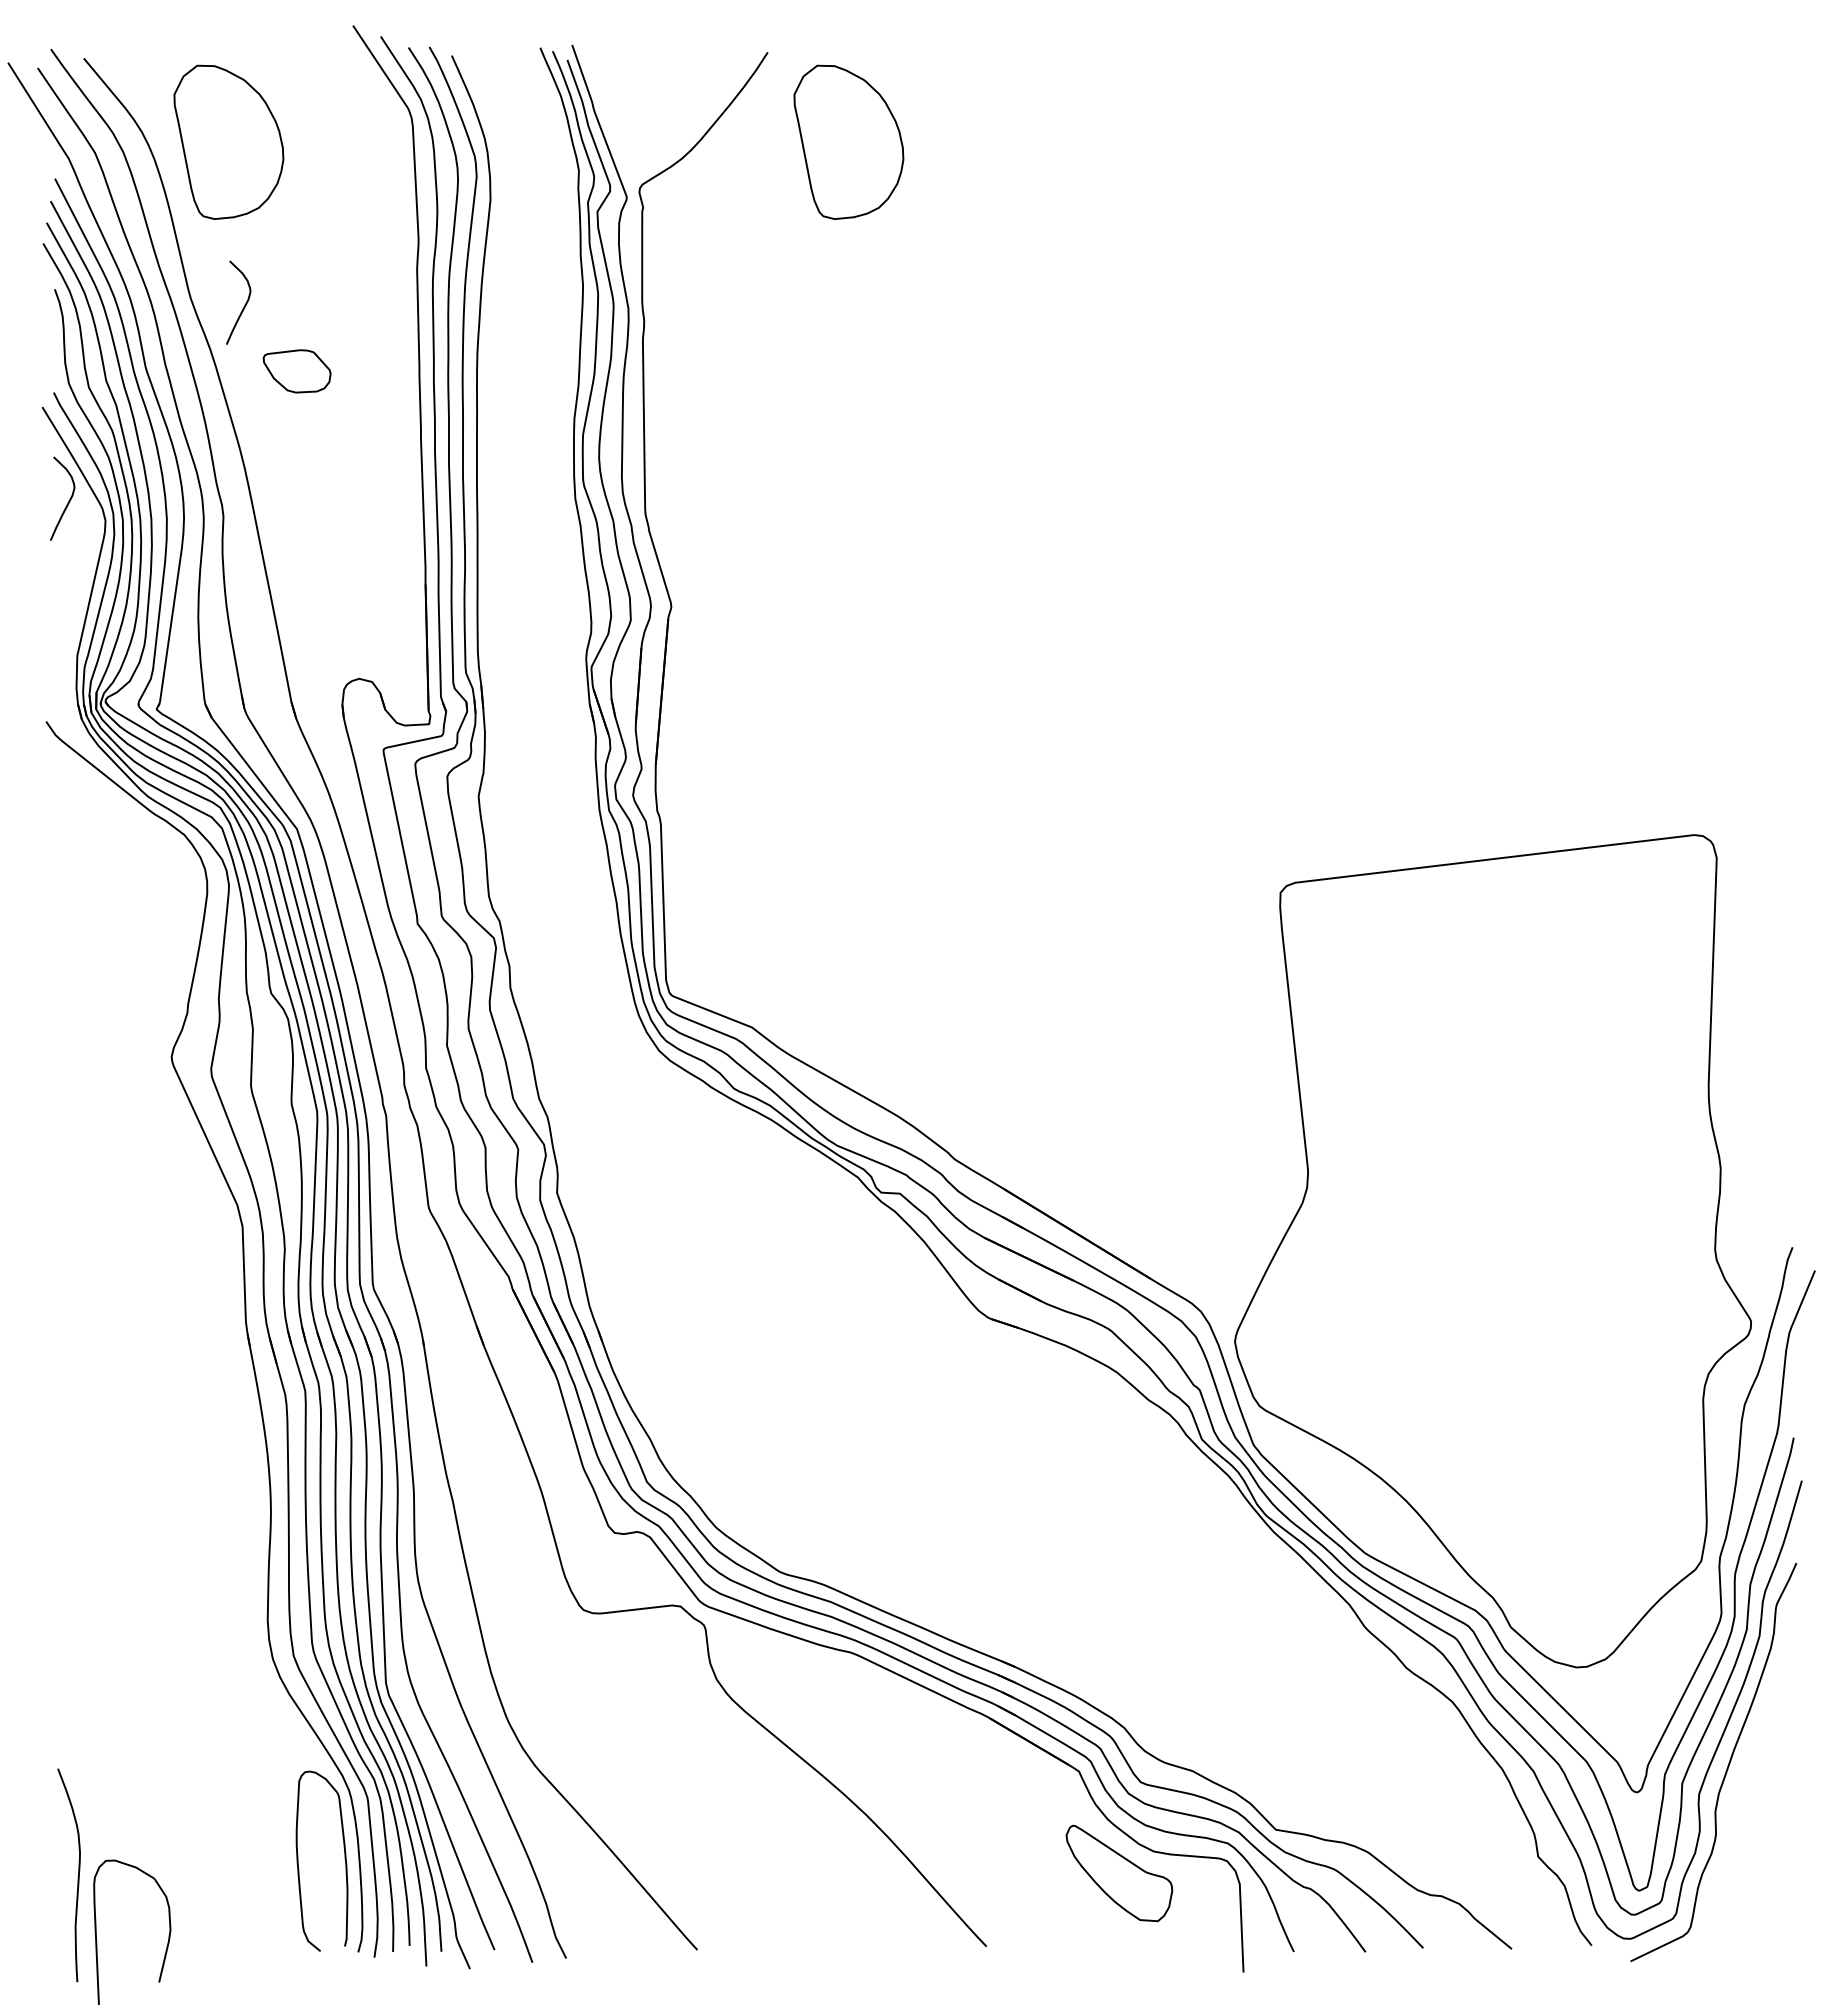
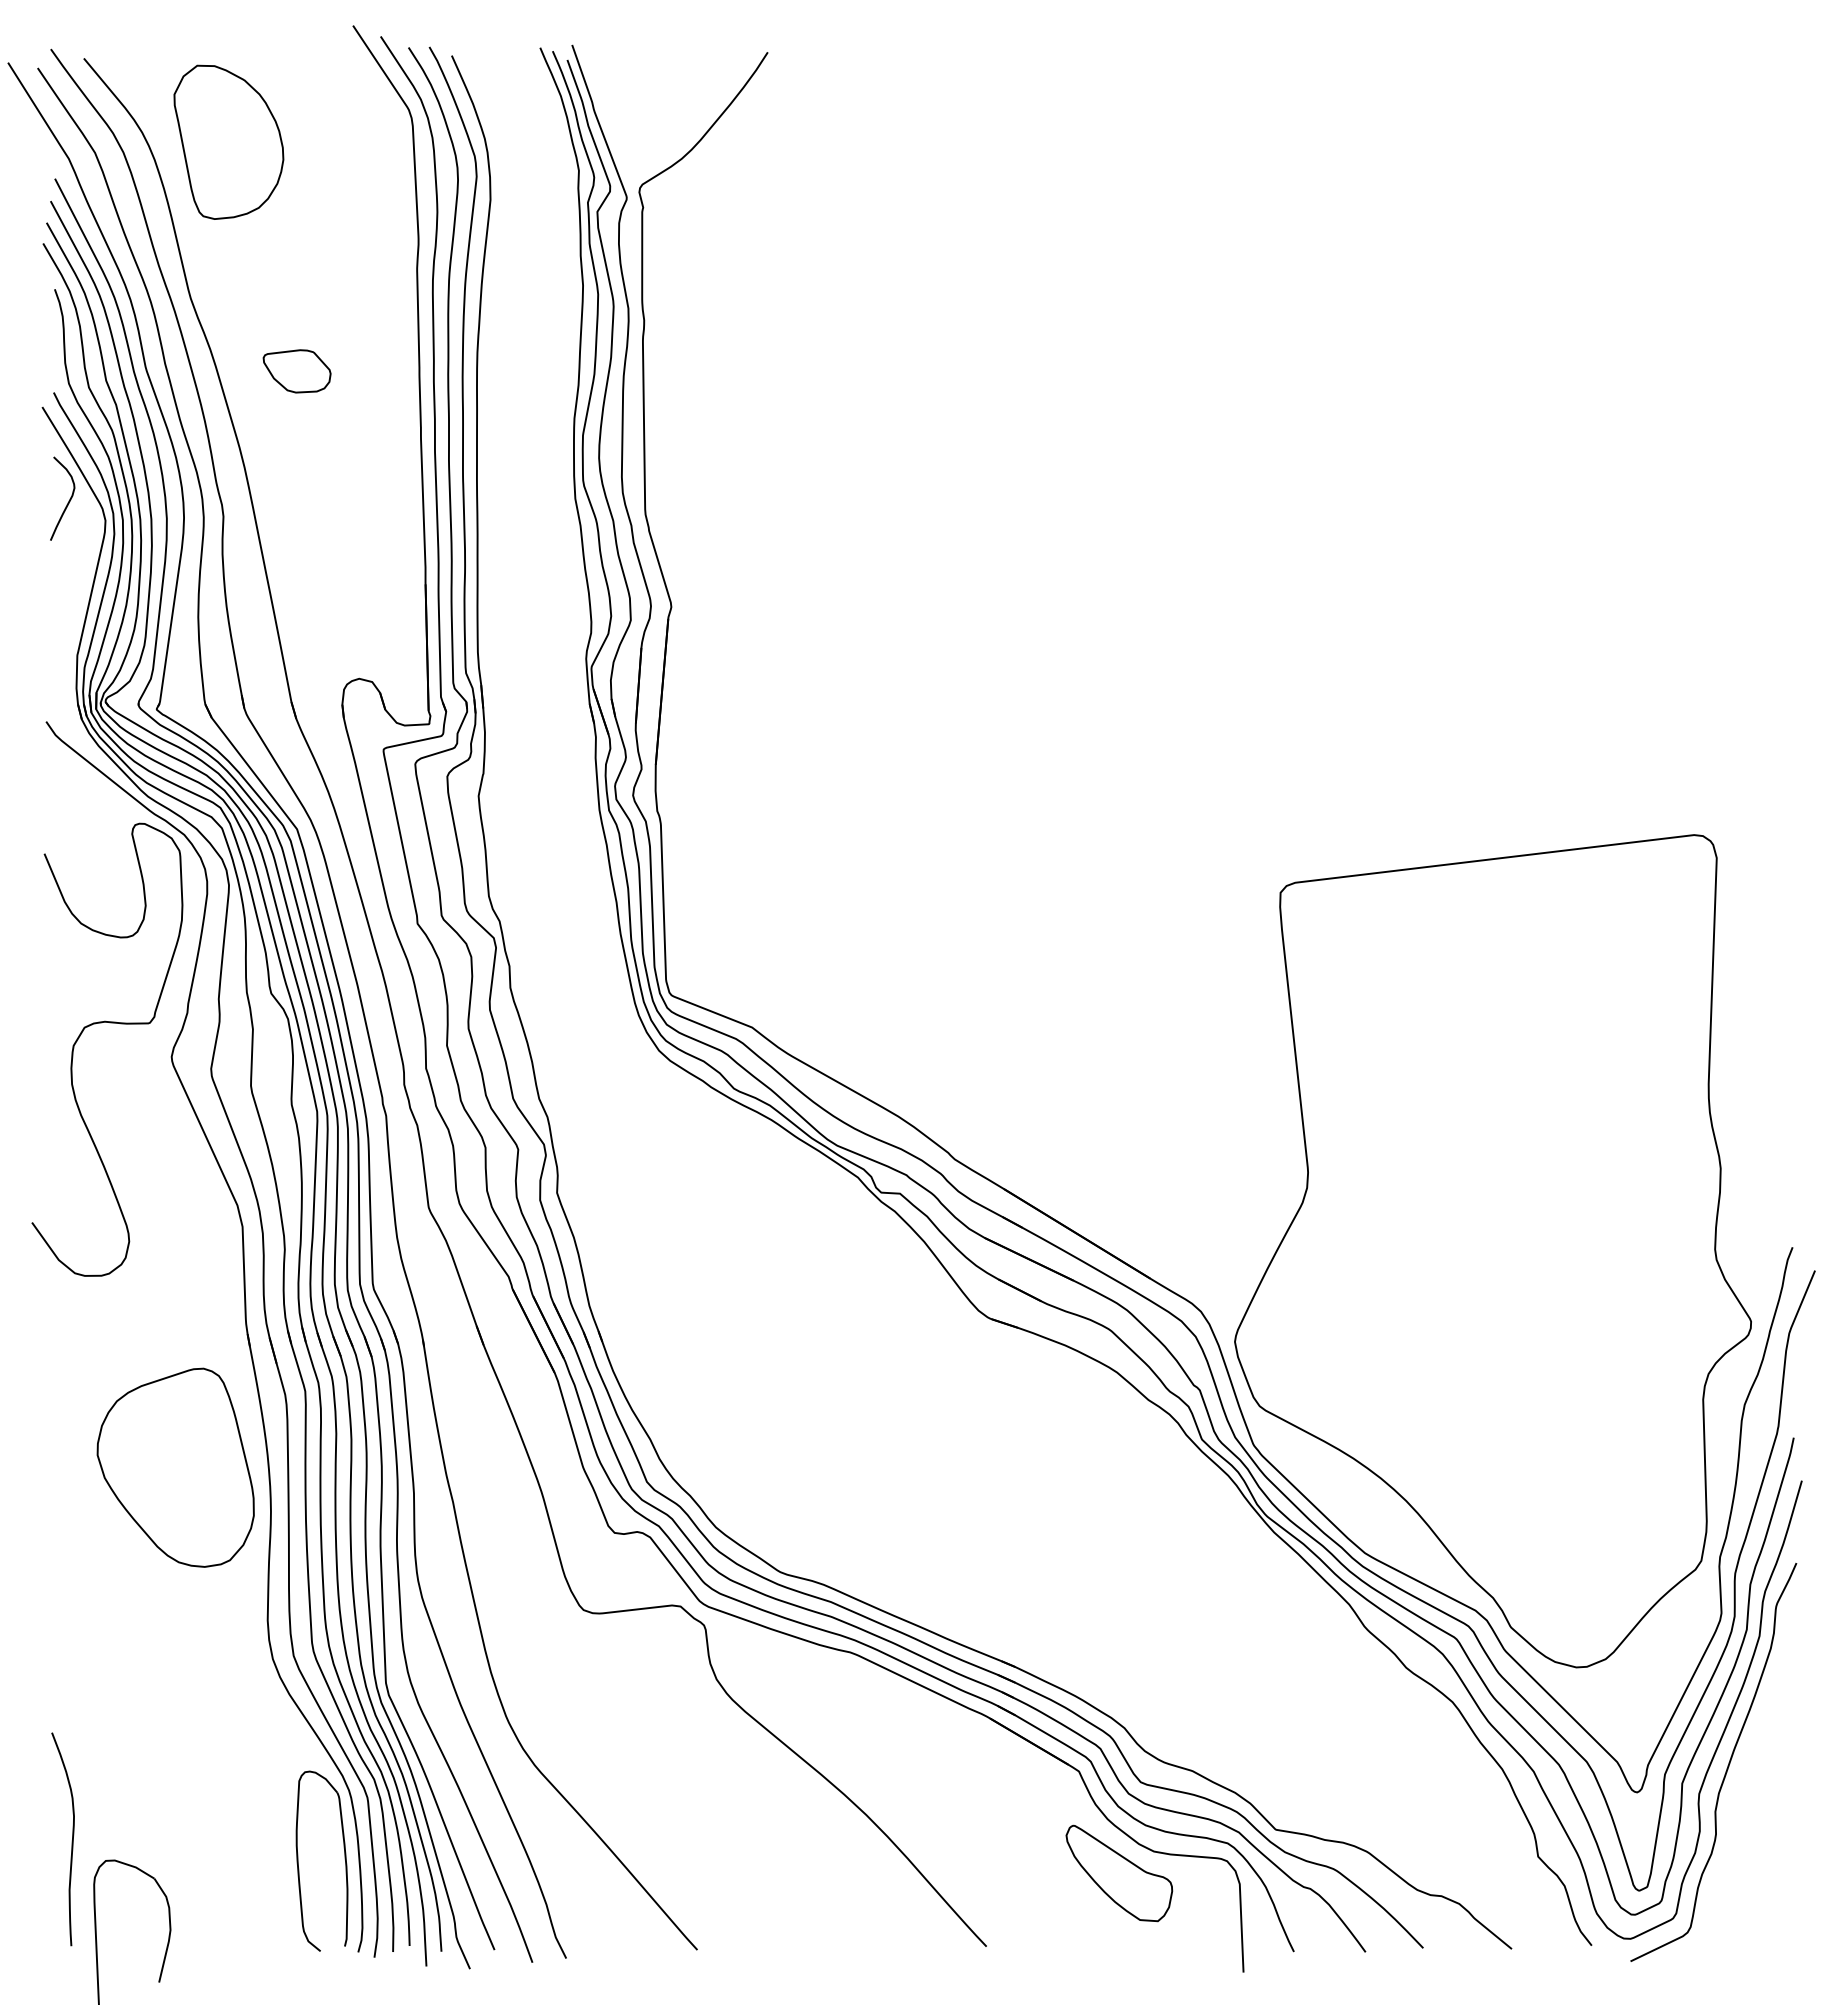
part at (848, 141): present -> none
curve at (244, 304): present -> none
curve at (109, 1023): none -> present
part at (175, 1467): none -> present
curve at (77, 1877) position: (77, 1877) -> (71, 1841)
